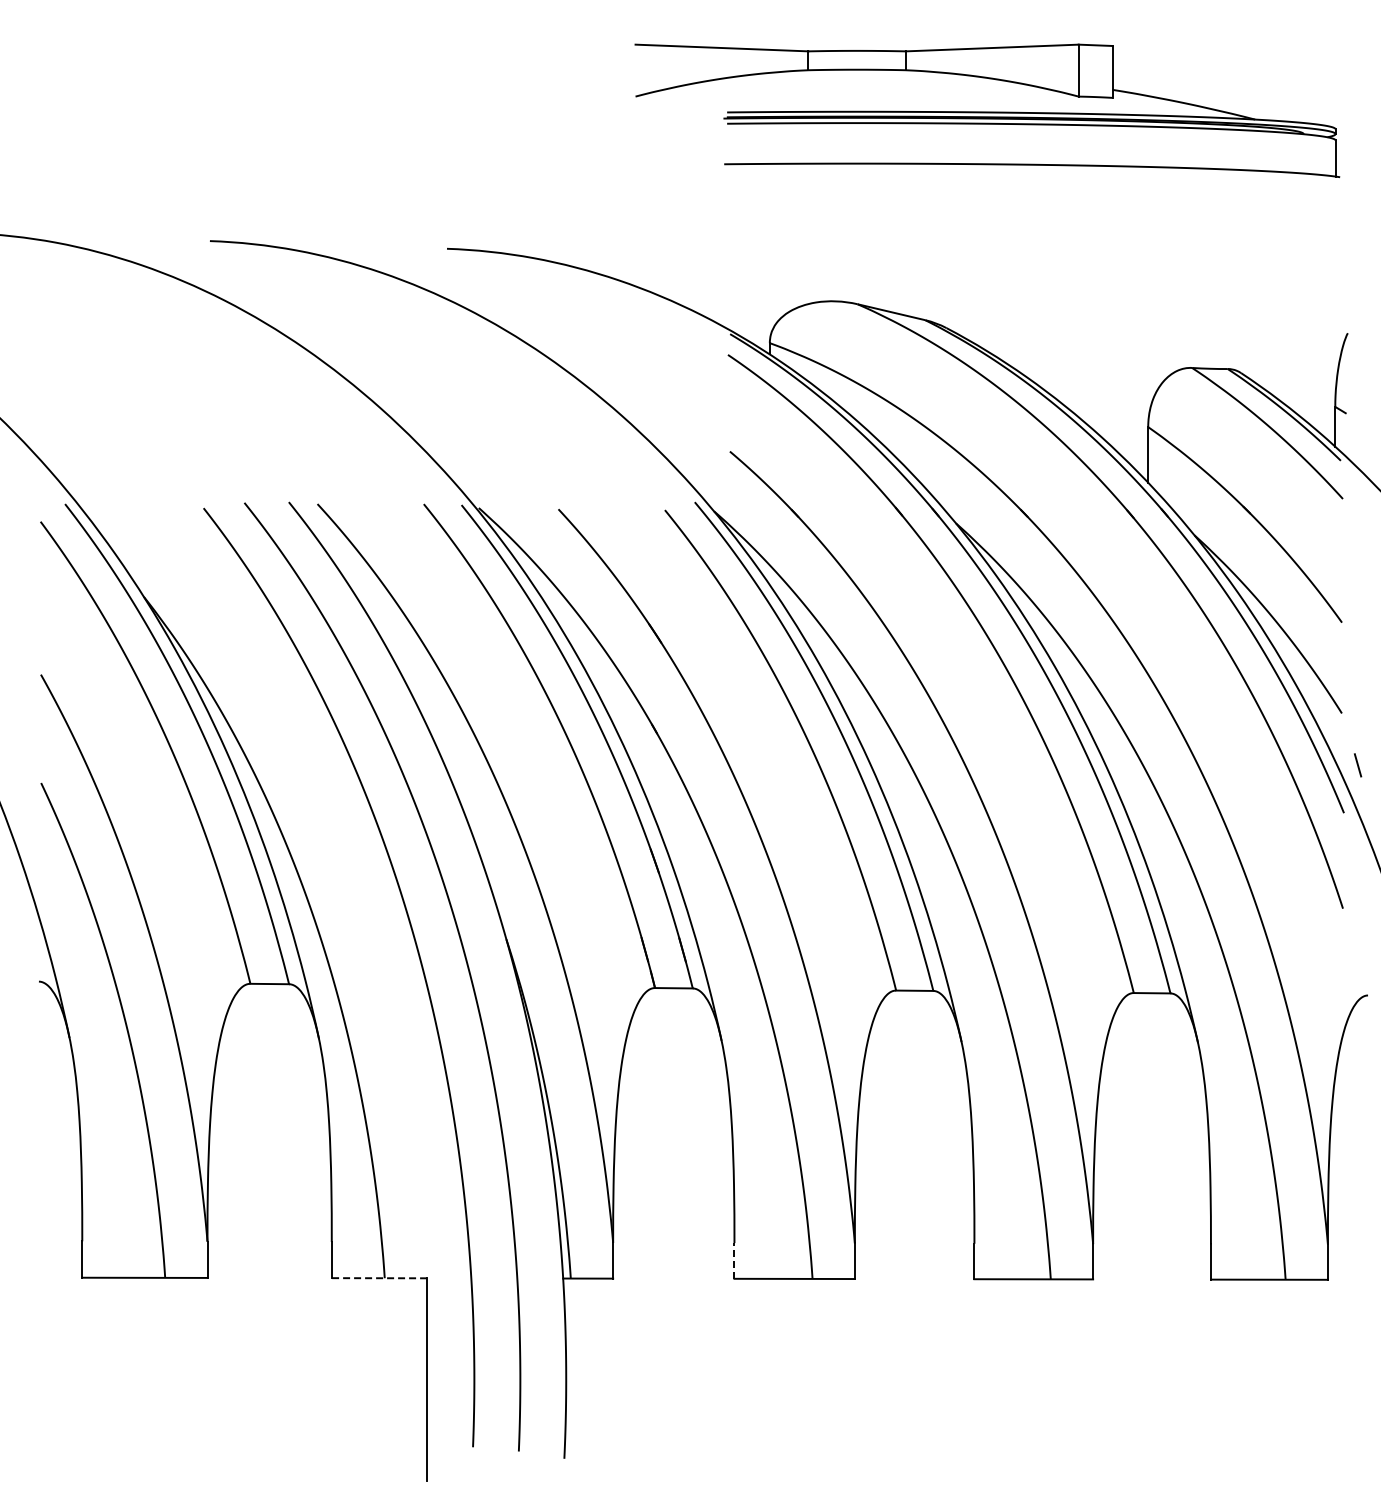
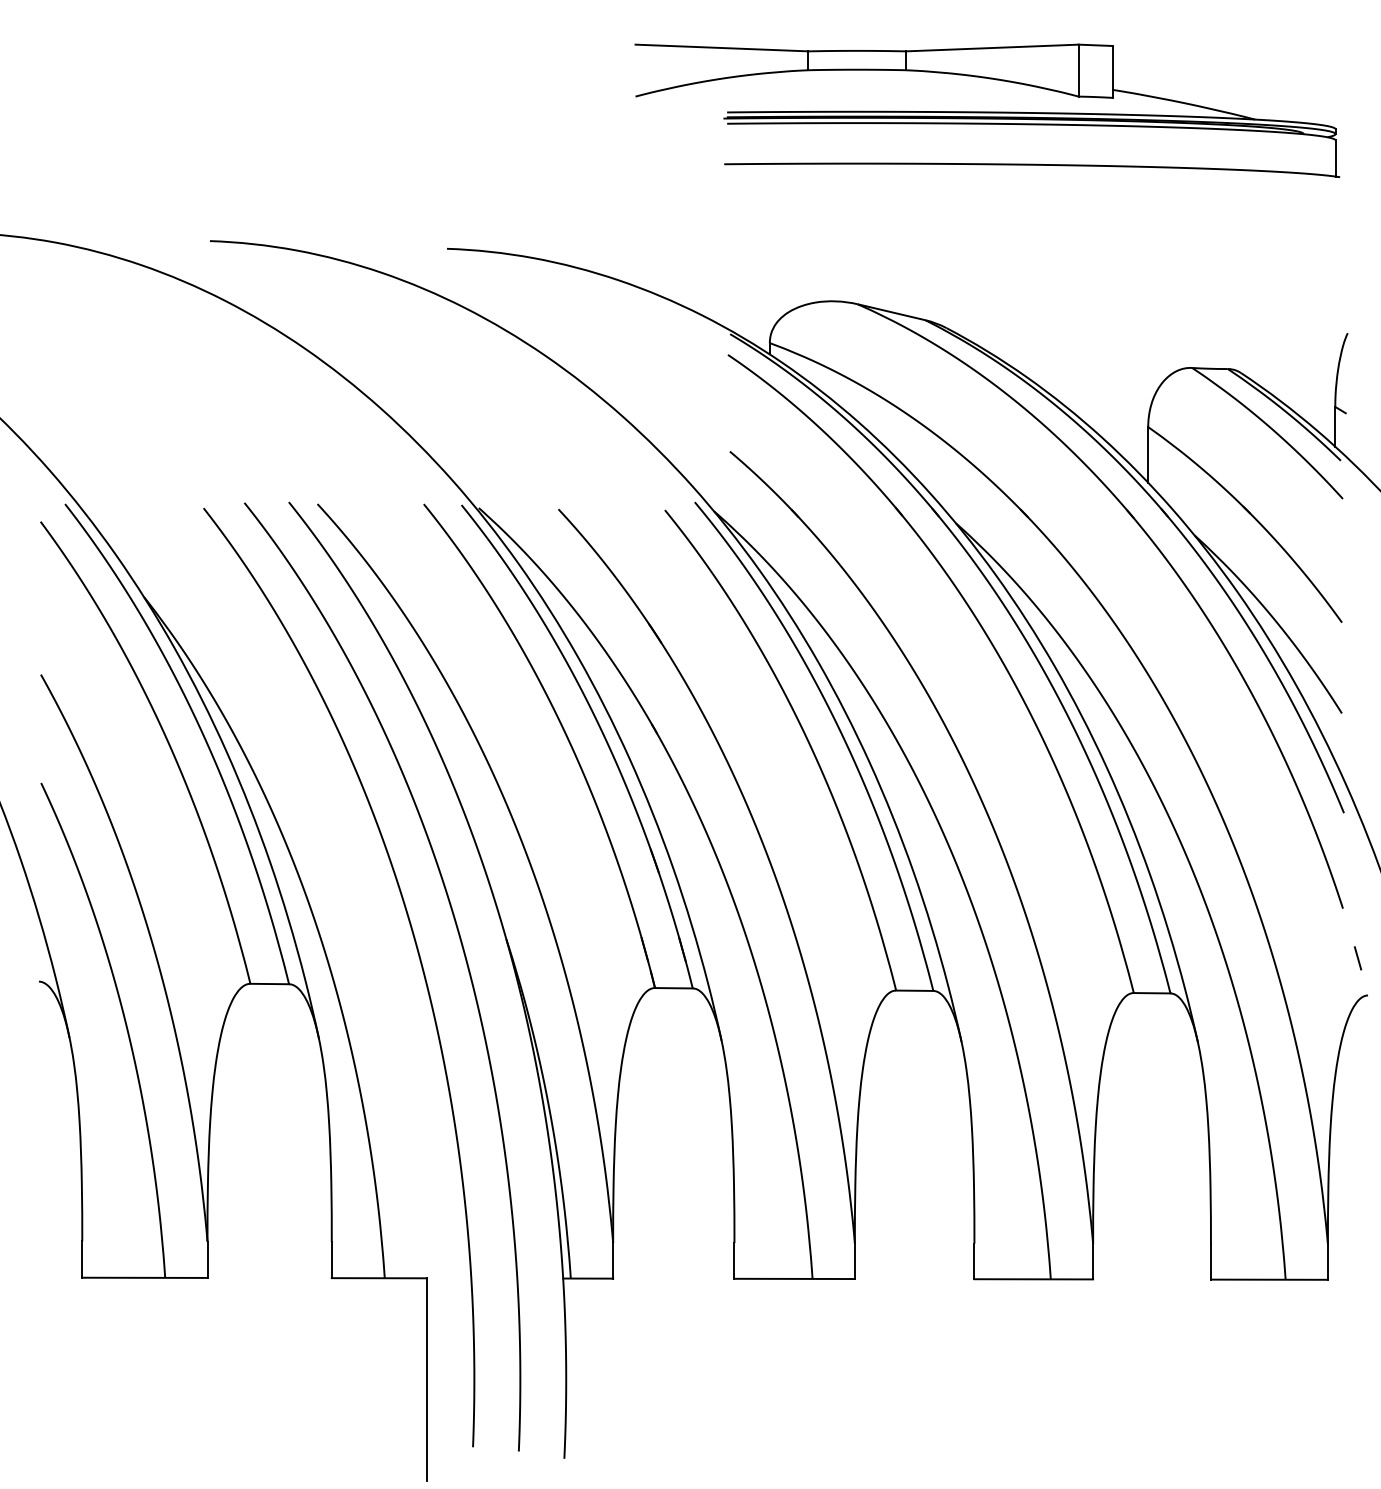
line at (1358, 765) position: (1358, 765) -> (1358, 958)
line at (734, 1260): dashed -> solid
line at (379, 1278): dashed -> solid
